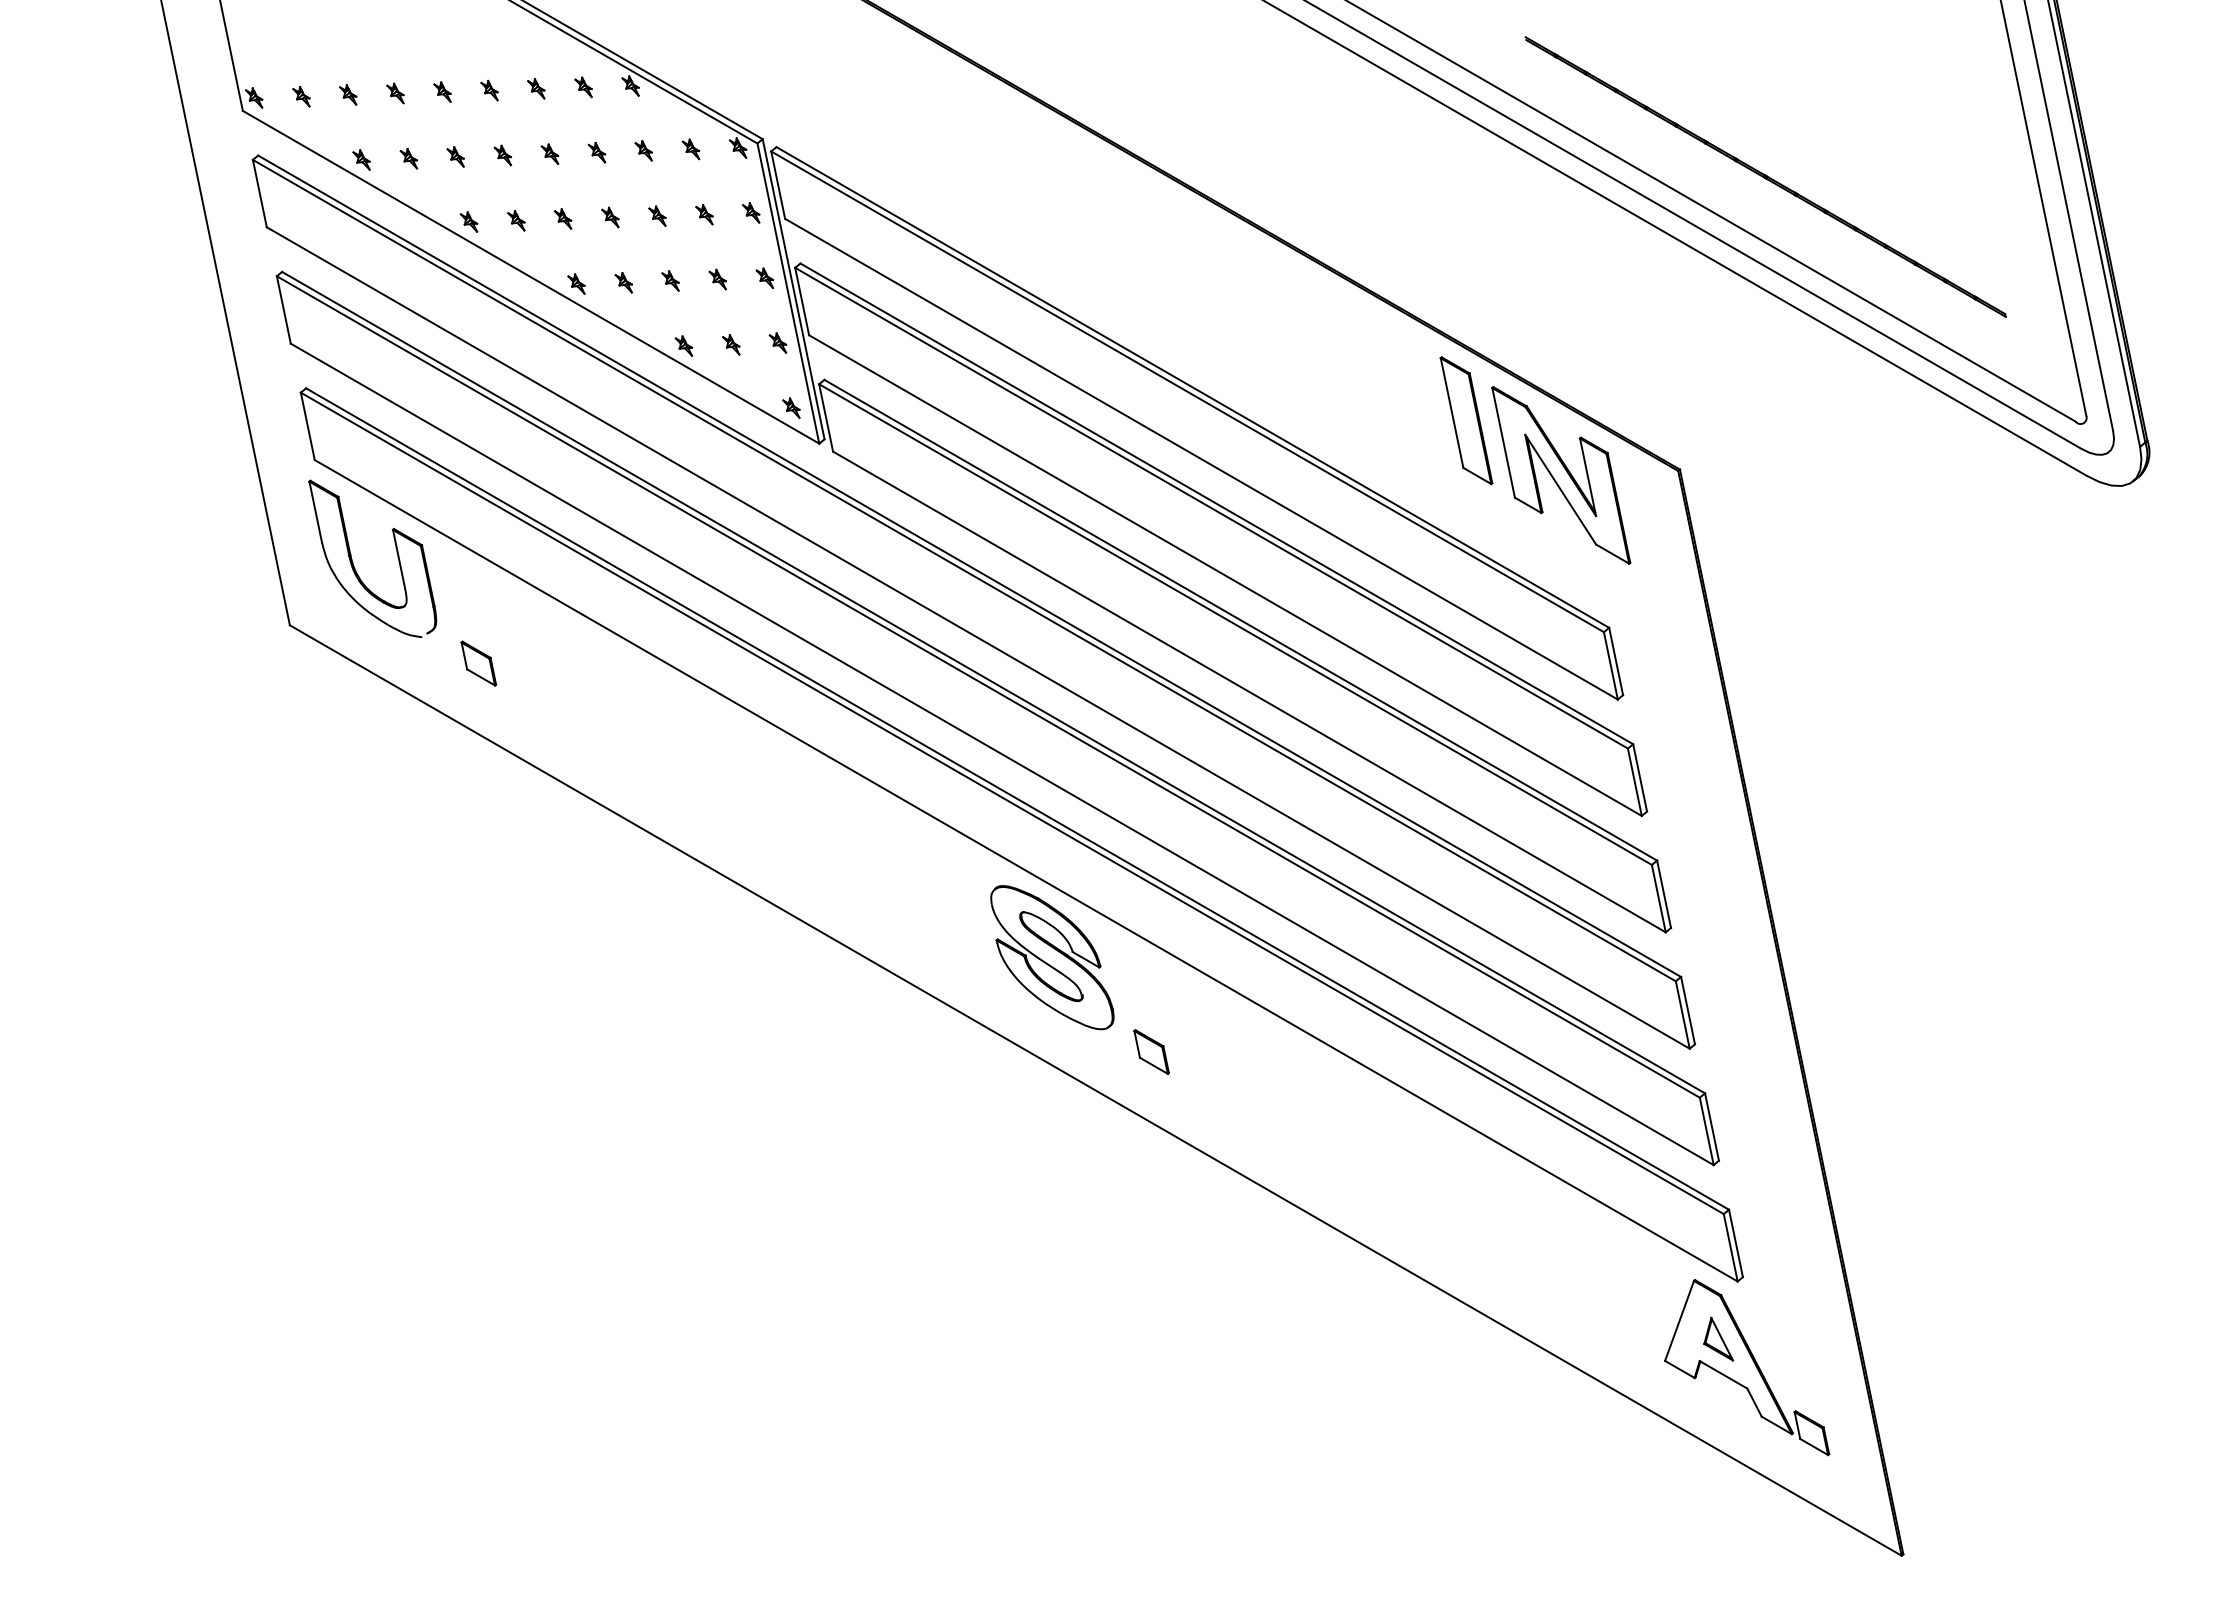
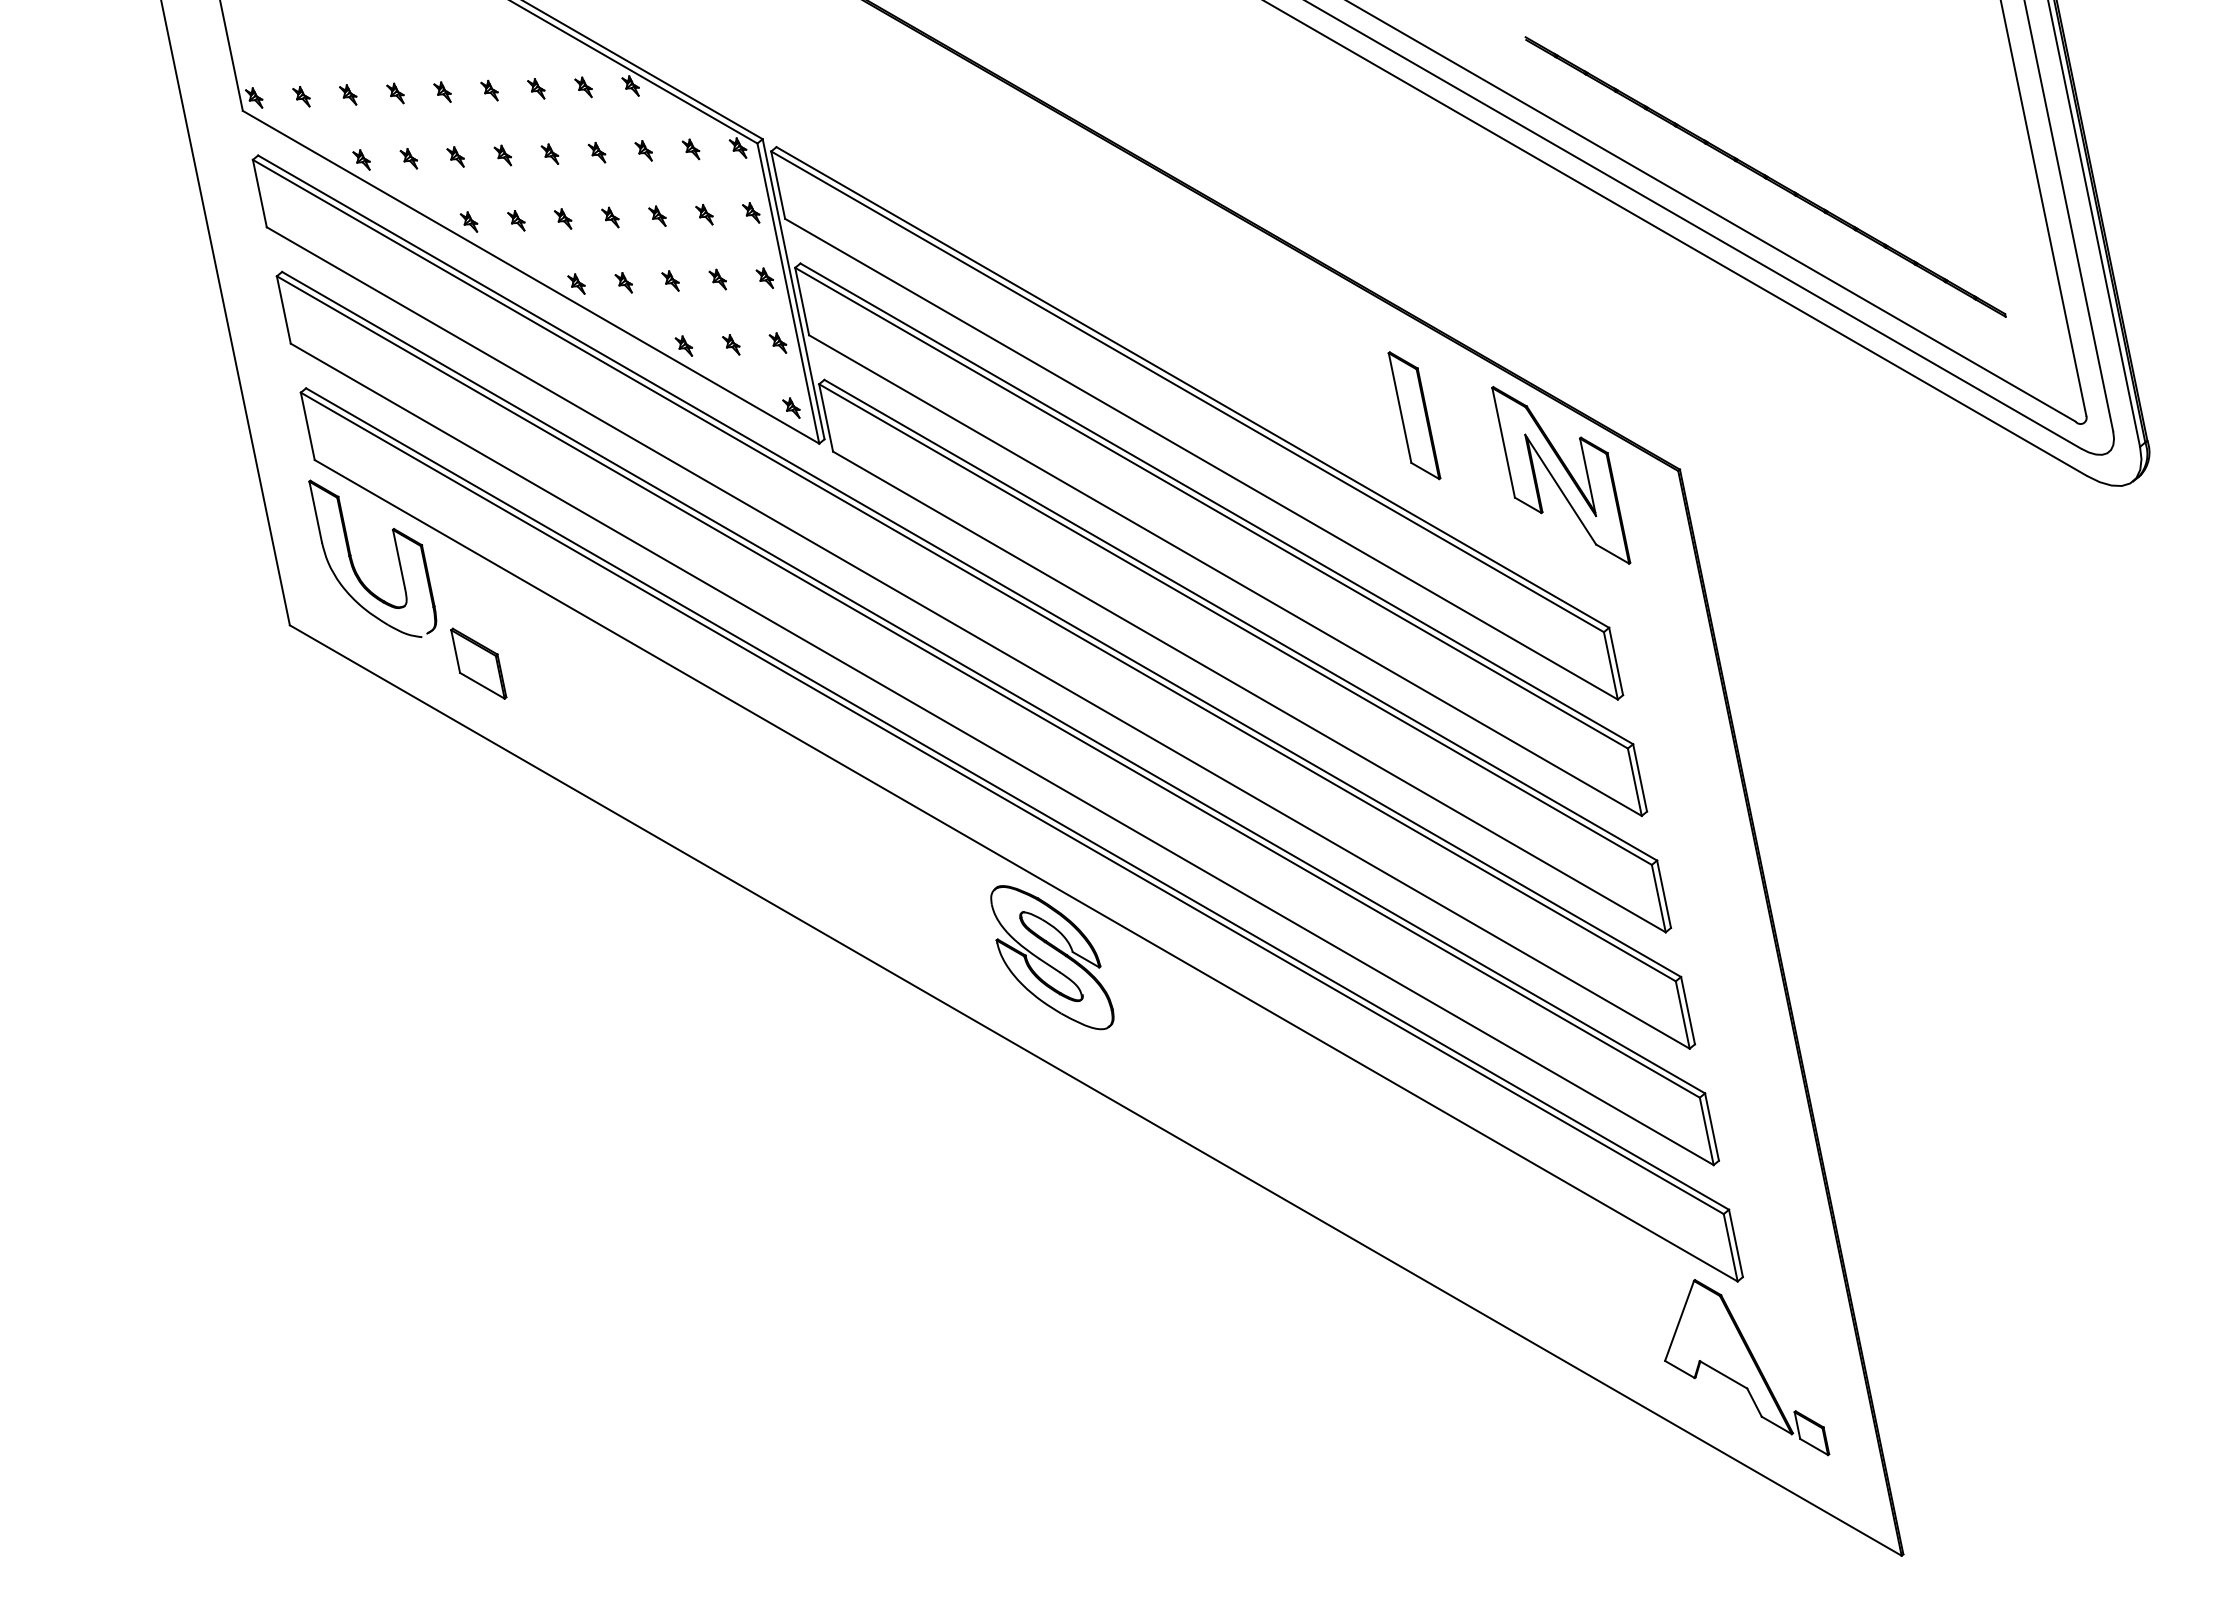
part at (1466, 420) position: (1466, 420) -> (1414, 415)
part at (478, 663) size: 38x47 px -> 58x73 px
part at (1151, 1051): present -> none
part at (1718, 1338): present -> none
